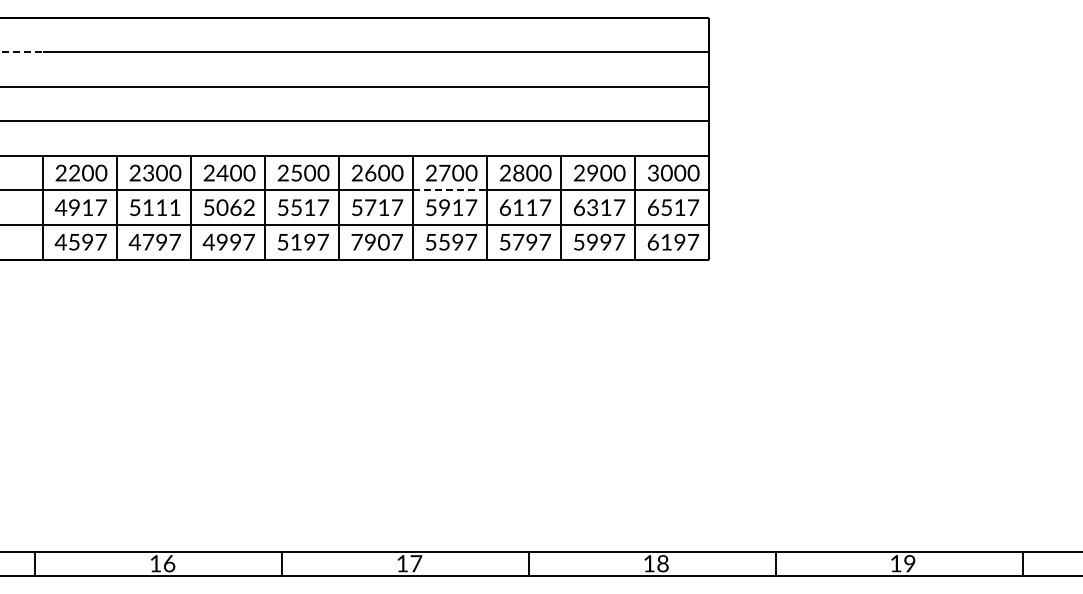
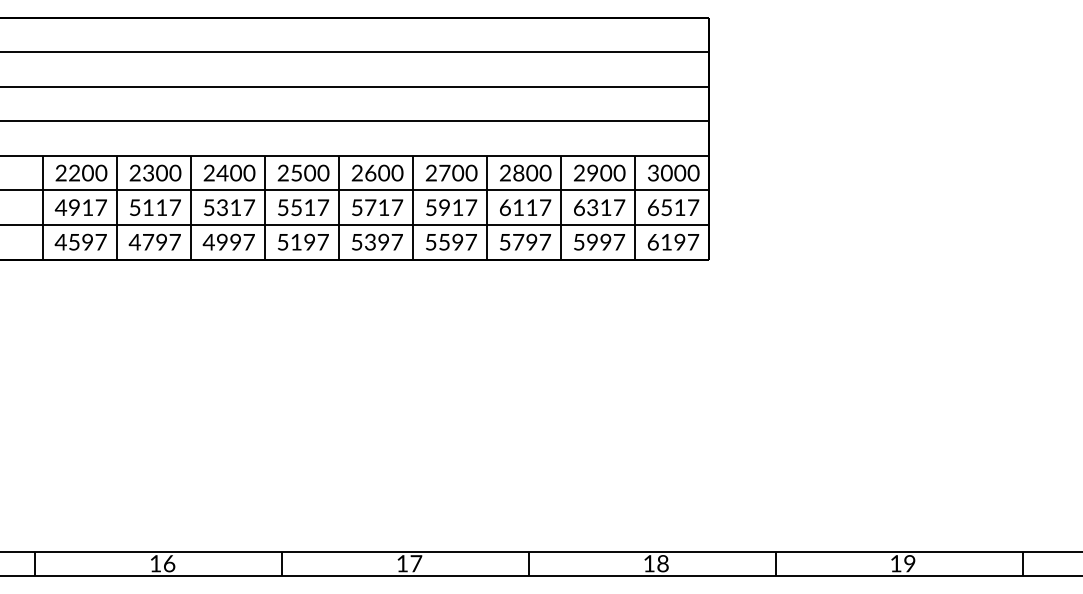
line at (22, 52): dashed -> solid
line at (450, 190): dashed -> solid
text at (174, 207): 5111 -> 5117
text at (235, 207): 5062 -> 5317
text at (370, 242): 7907 -> 5397
